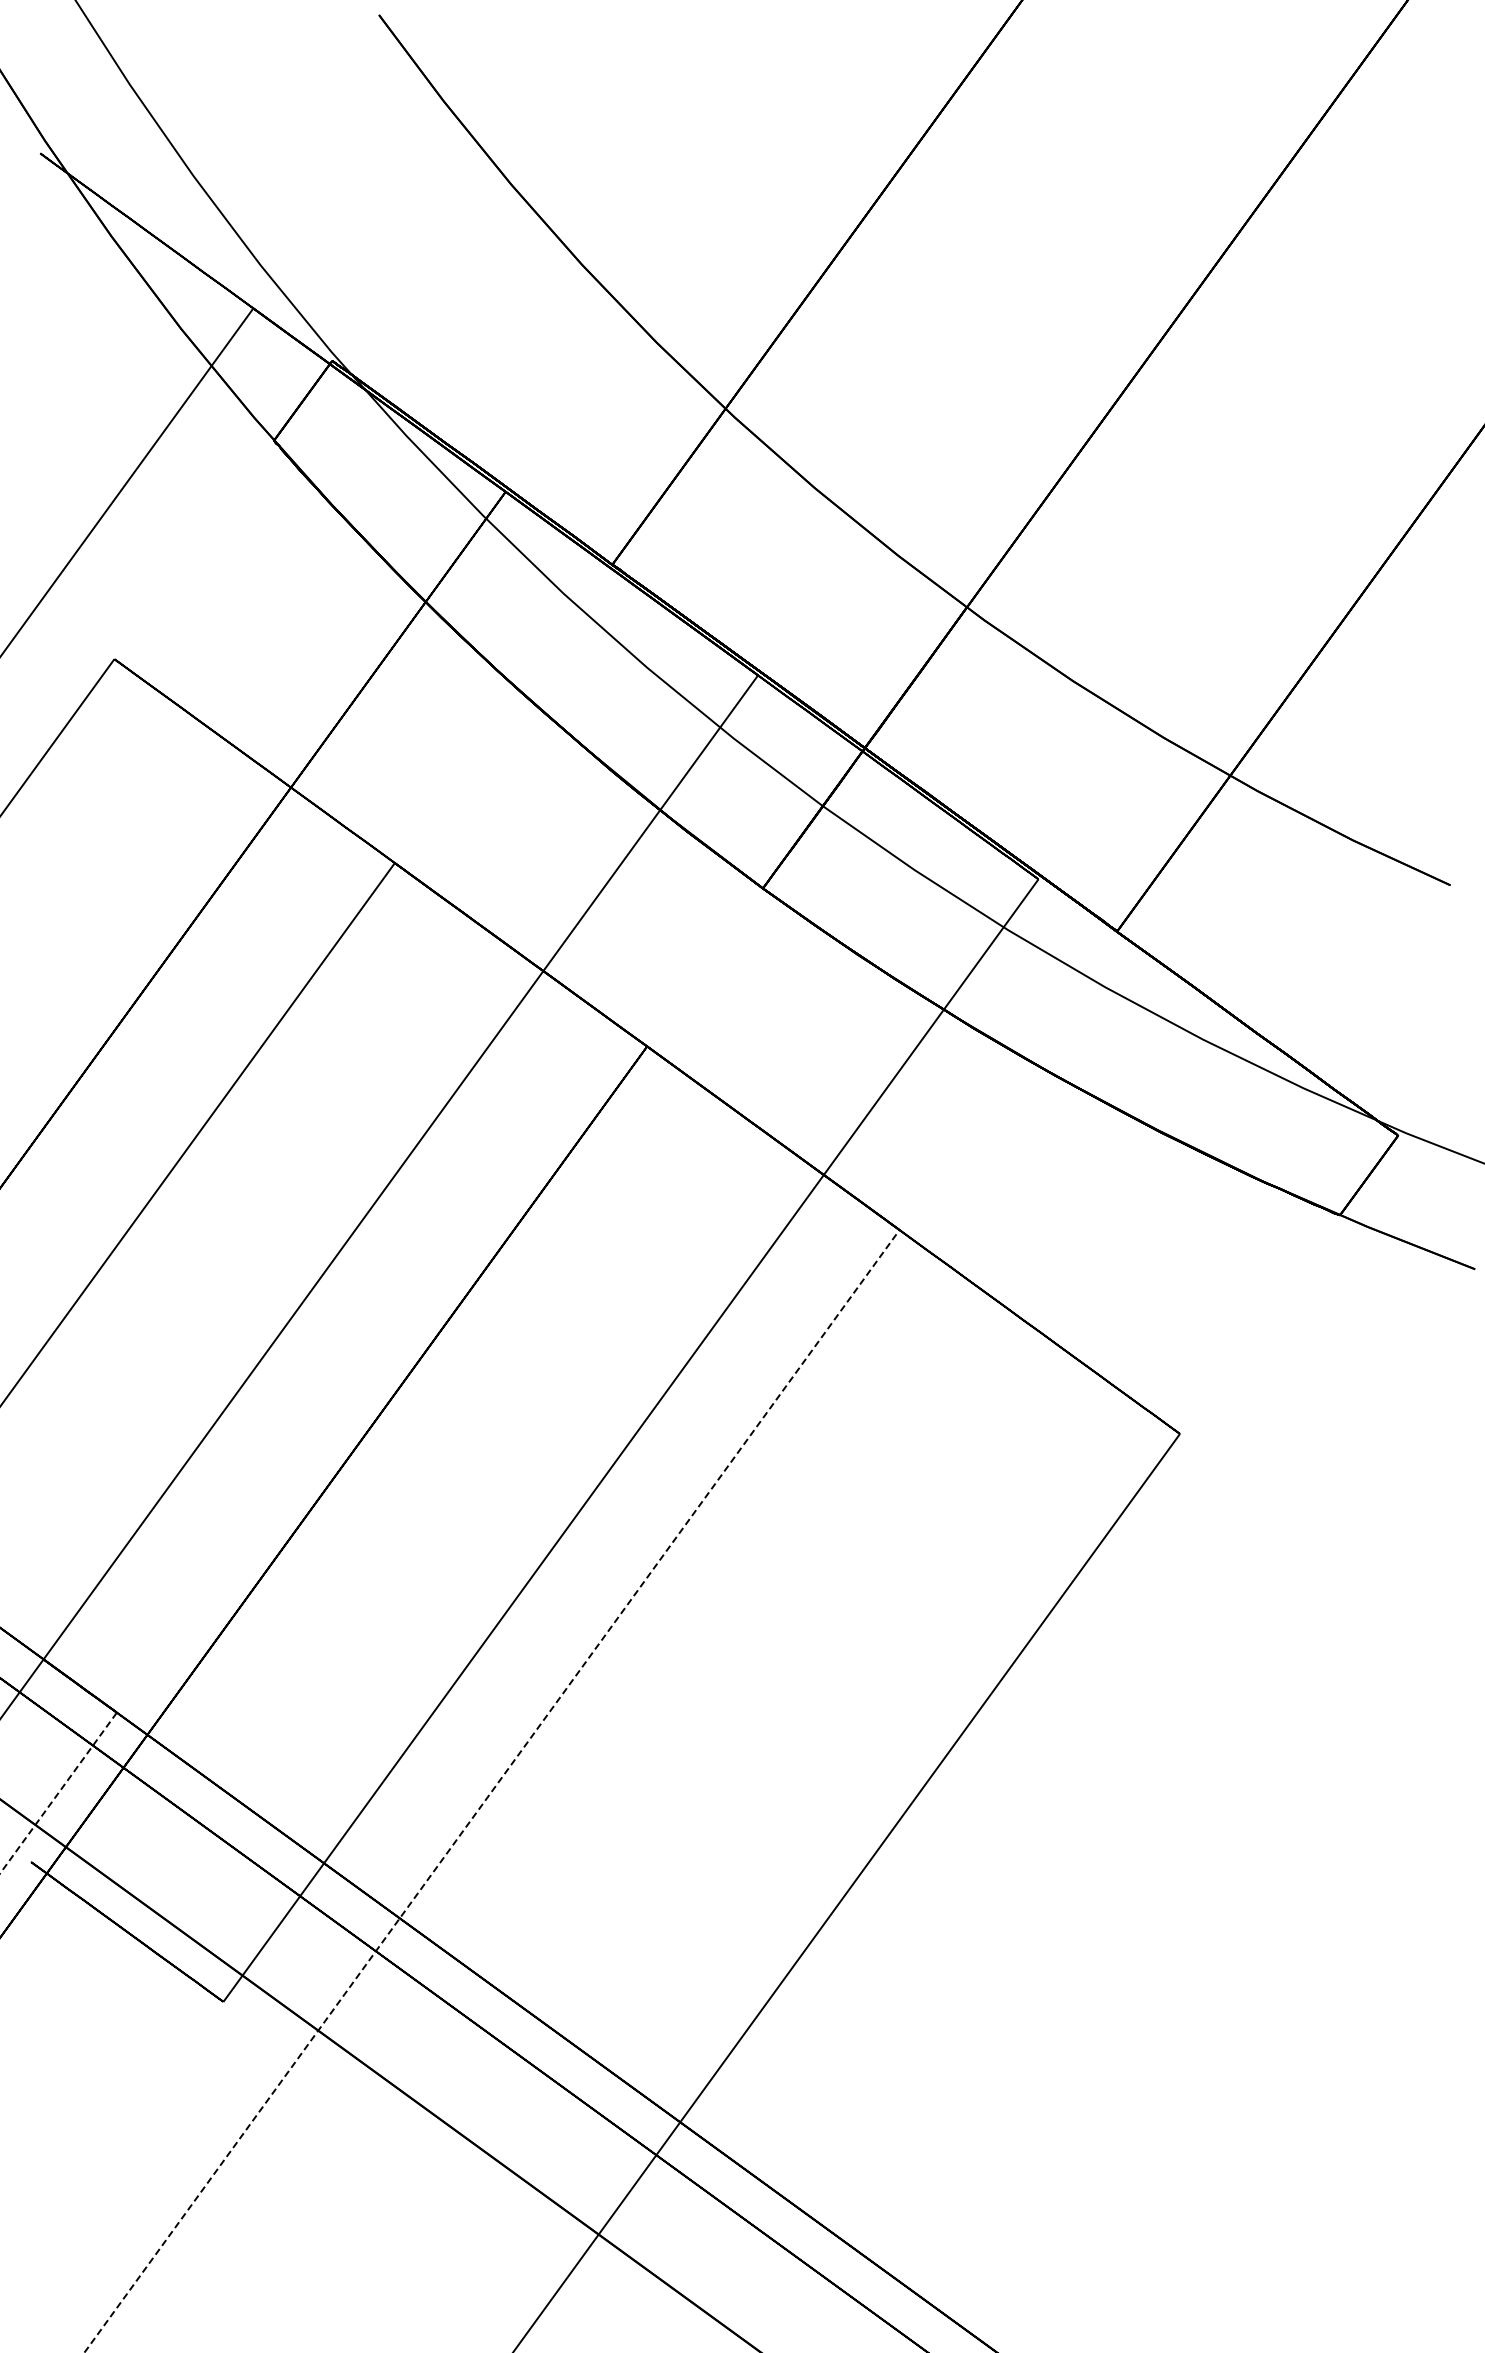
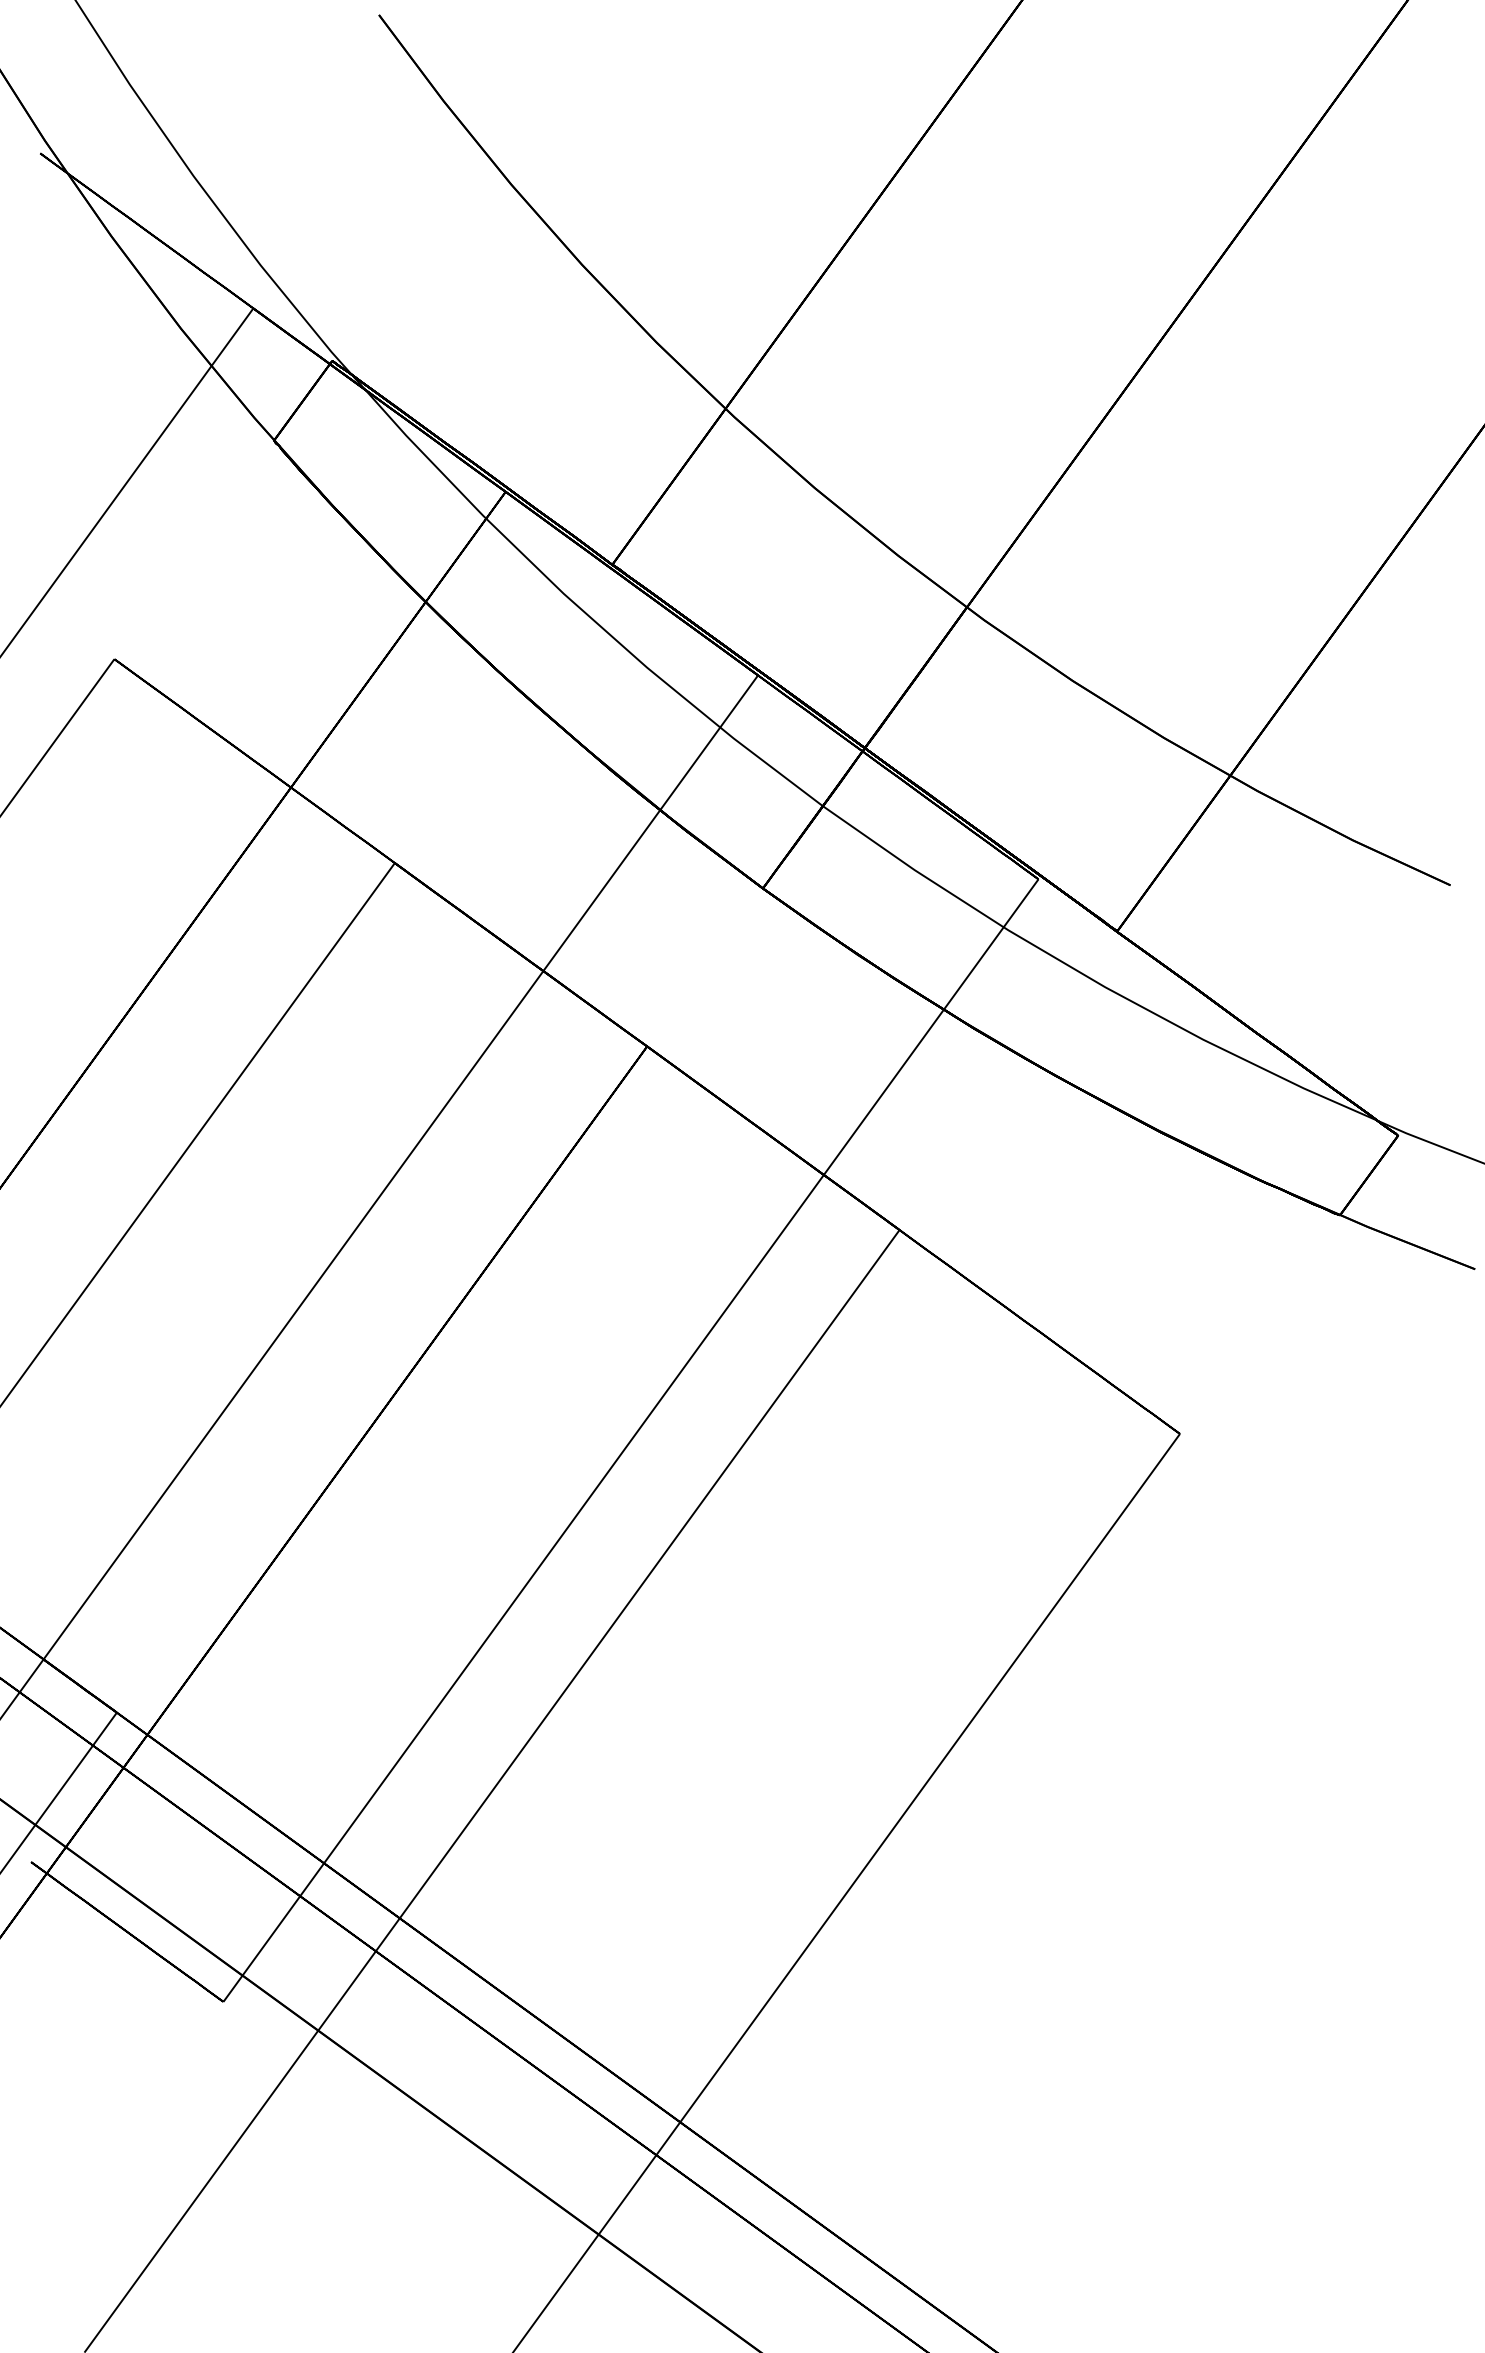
line at (492, 1791): dashed -> solid
line at (58, 1792): dashed -> solid
